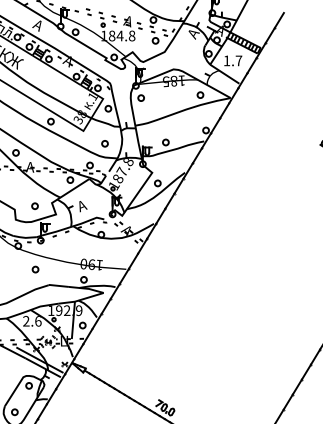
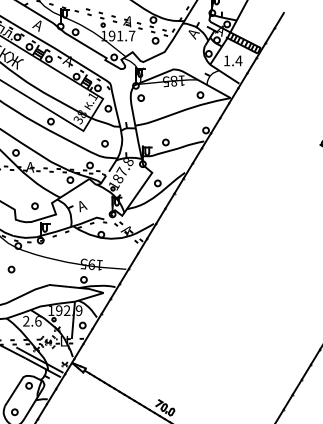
text at (121, 35): 184.8 -> 191.7
text at (238, 60): 1.7 -> 1.4
text at (83, 263): 190 -> 195
part at (35, 269) position: (35, 269) -> (11, 269)
